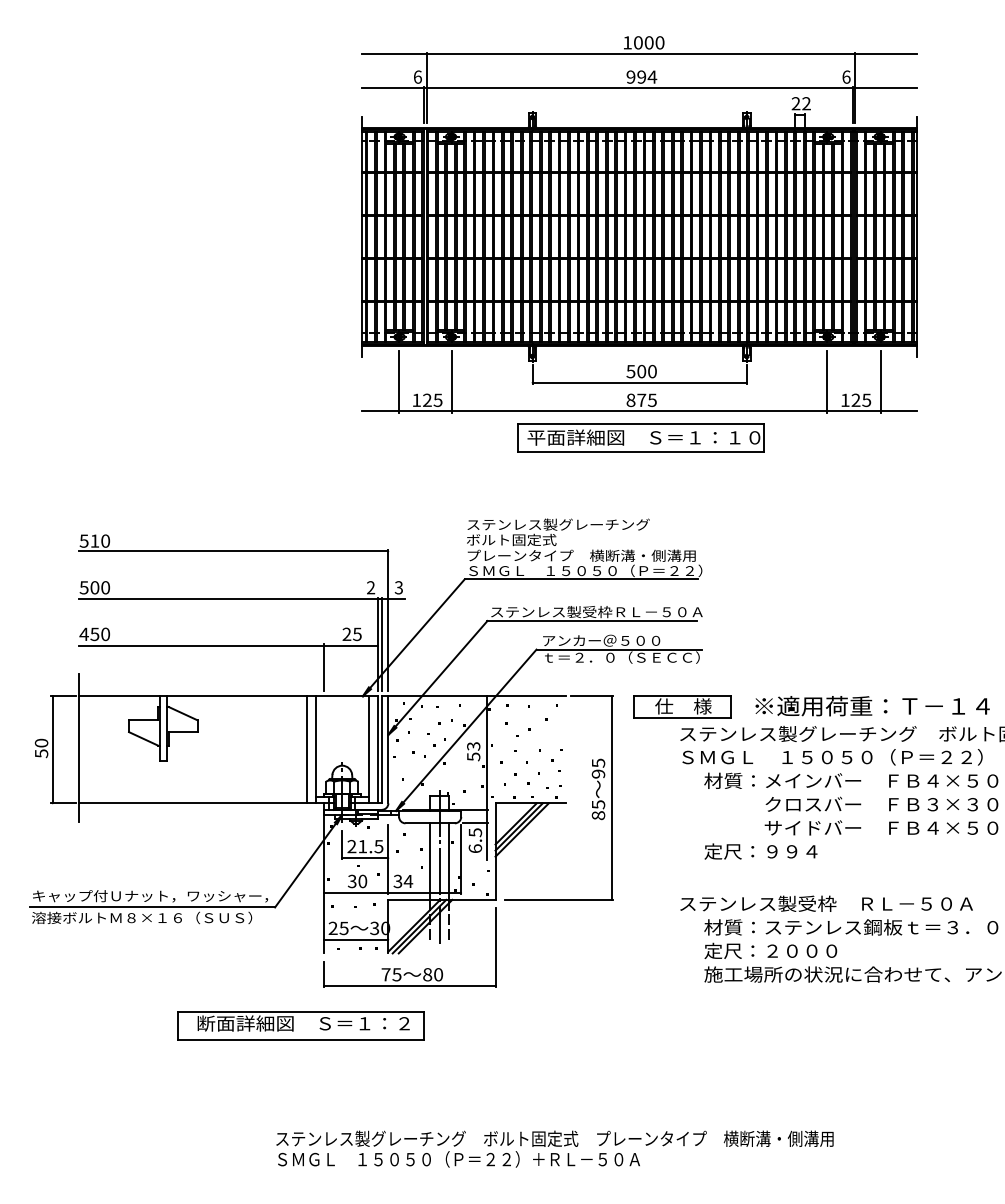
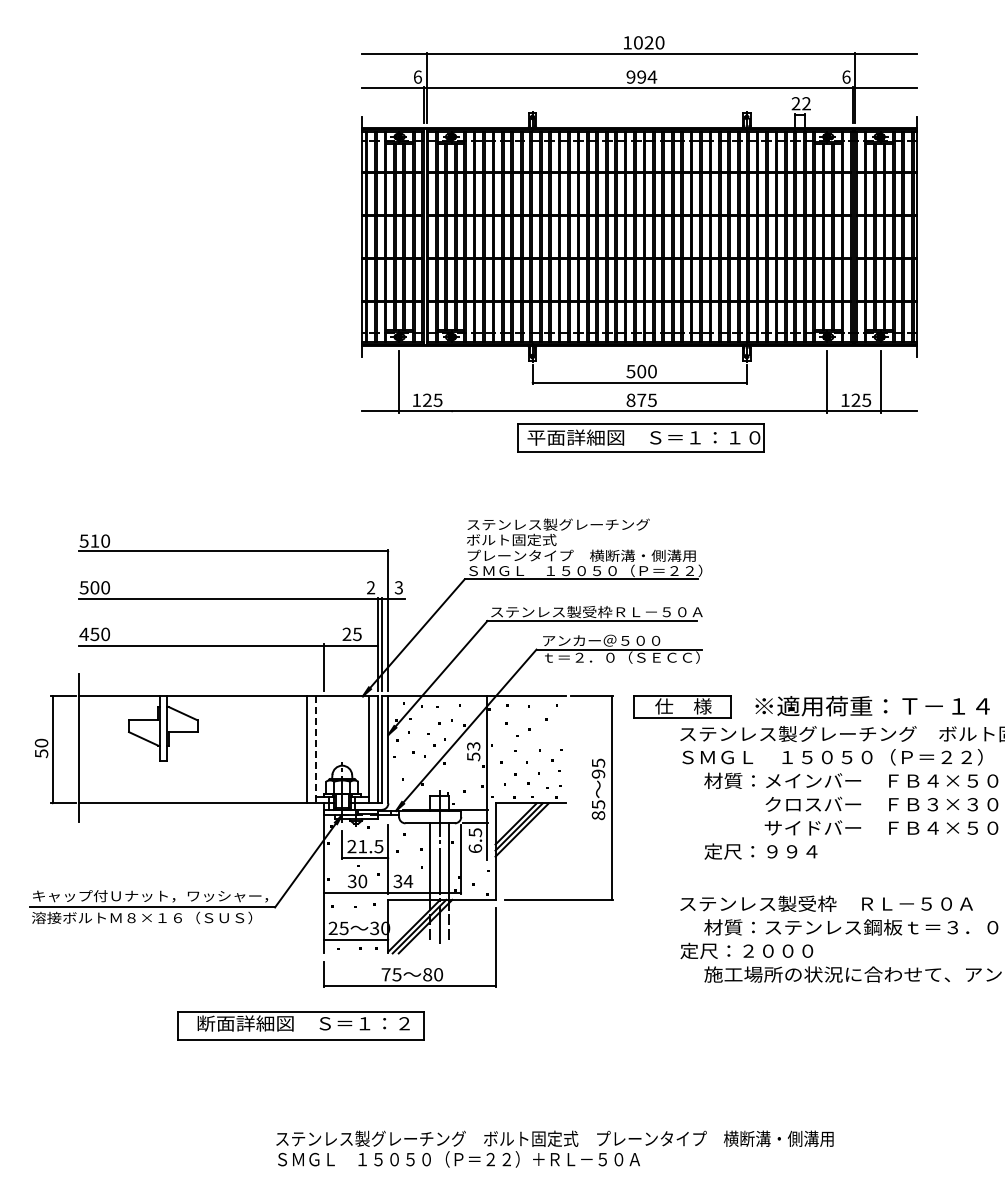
text at (648, 42): 1000 -> 1020
line at (452, 381): present -> none
line at (315, 749): solid -> dashed
text at (770, 950) position: (770, 950) -> (746, 950)
